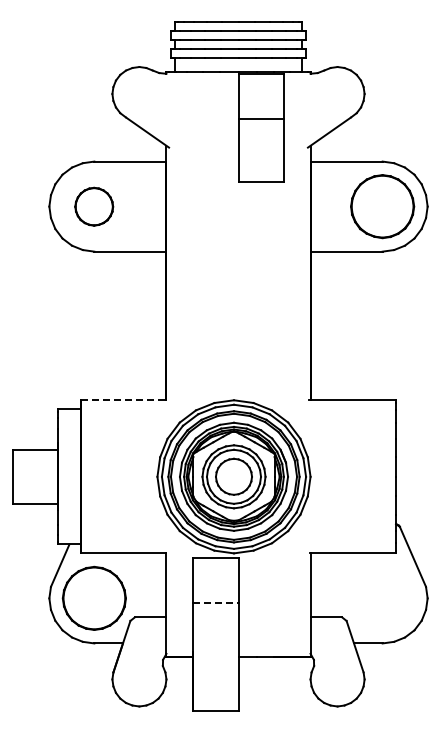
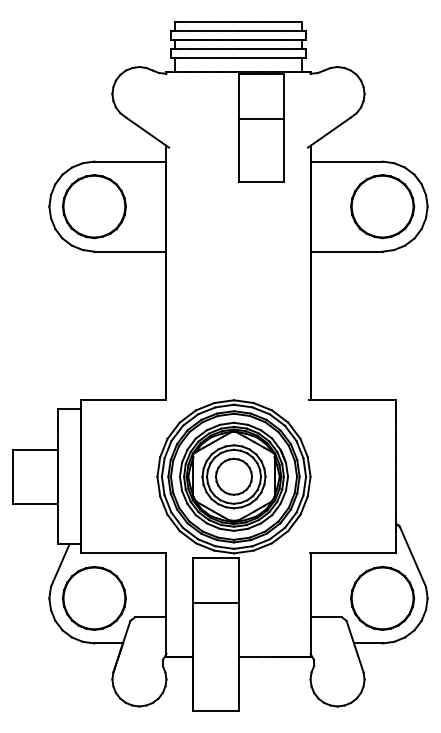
part at (94, 206) size: 41x41 px -> 66x66 px
line at (123, 400): dashed -> solid
part at (382, 597): none -> present
line at (215, 602): dashed -> solid
